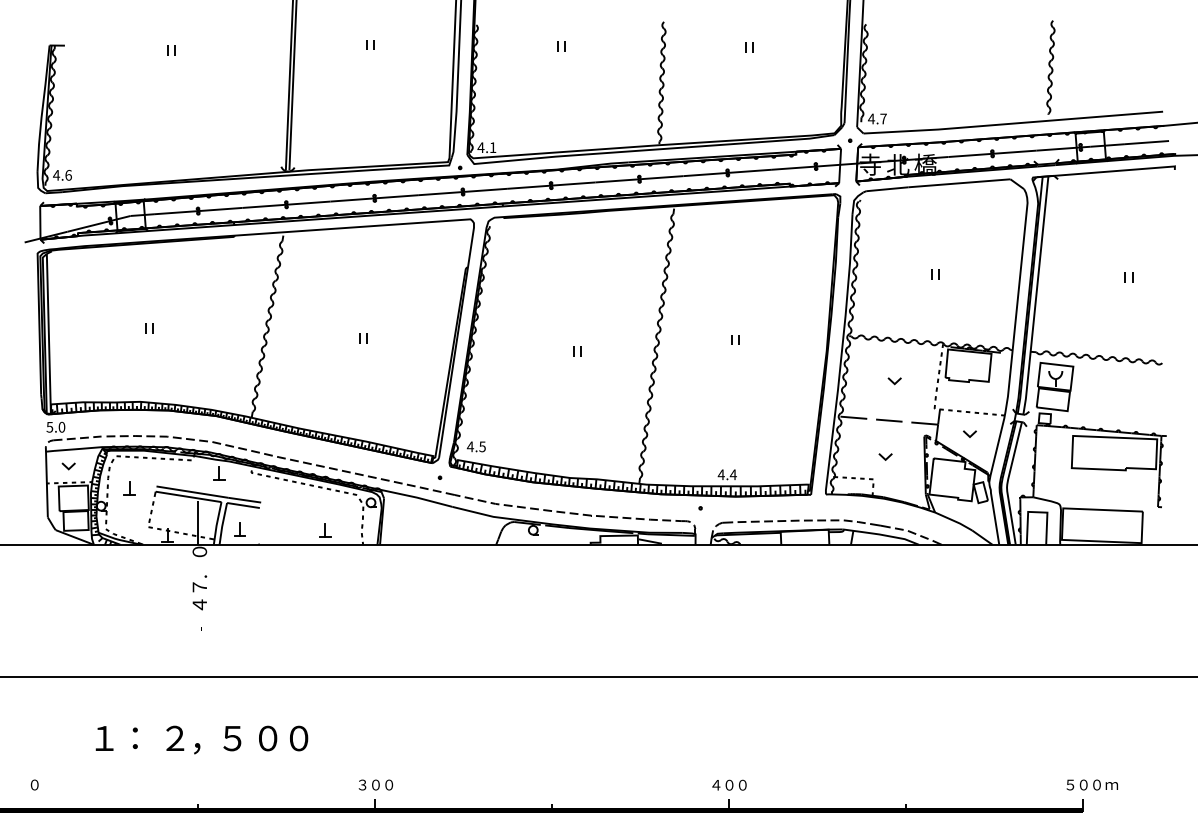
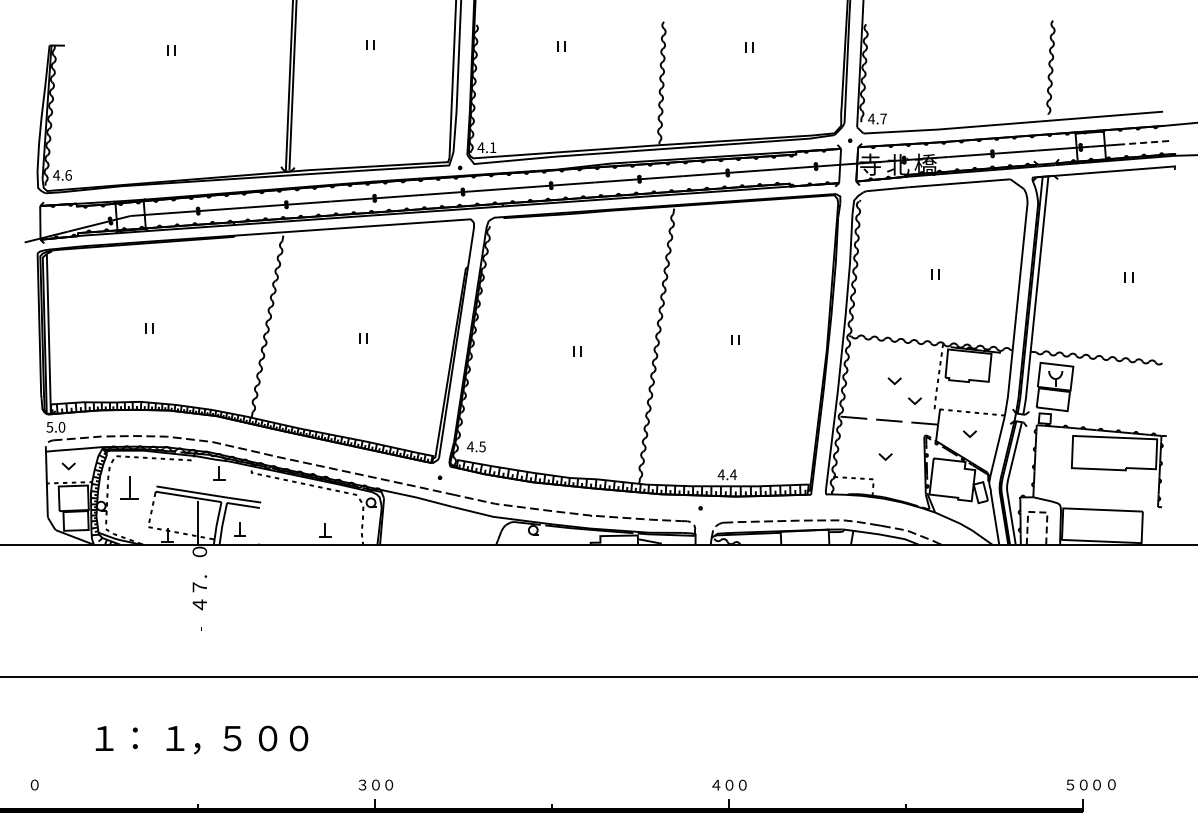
line at (1146, 142): solid -> dashed
part at (914, 400): none -> present
part at (129, 488) size: 13x15 px -> 19x24 px
line at (1037, 512): solid -> dashed
text at (175, 737): ２ -> １
text at (1111, 784): ｍ -> ０
